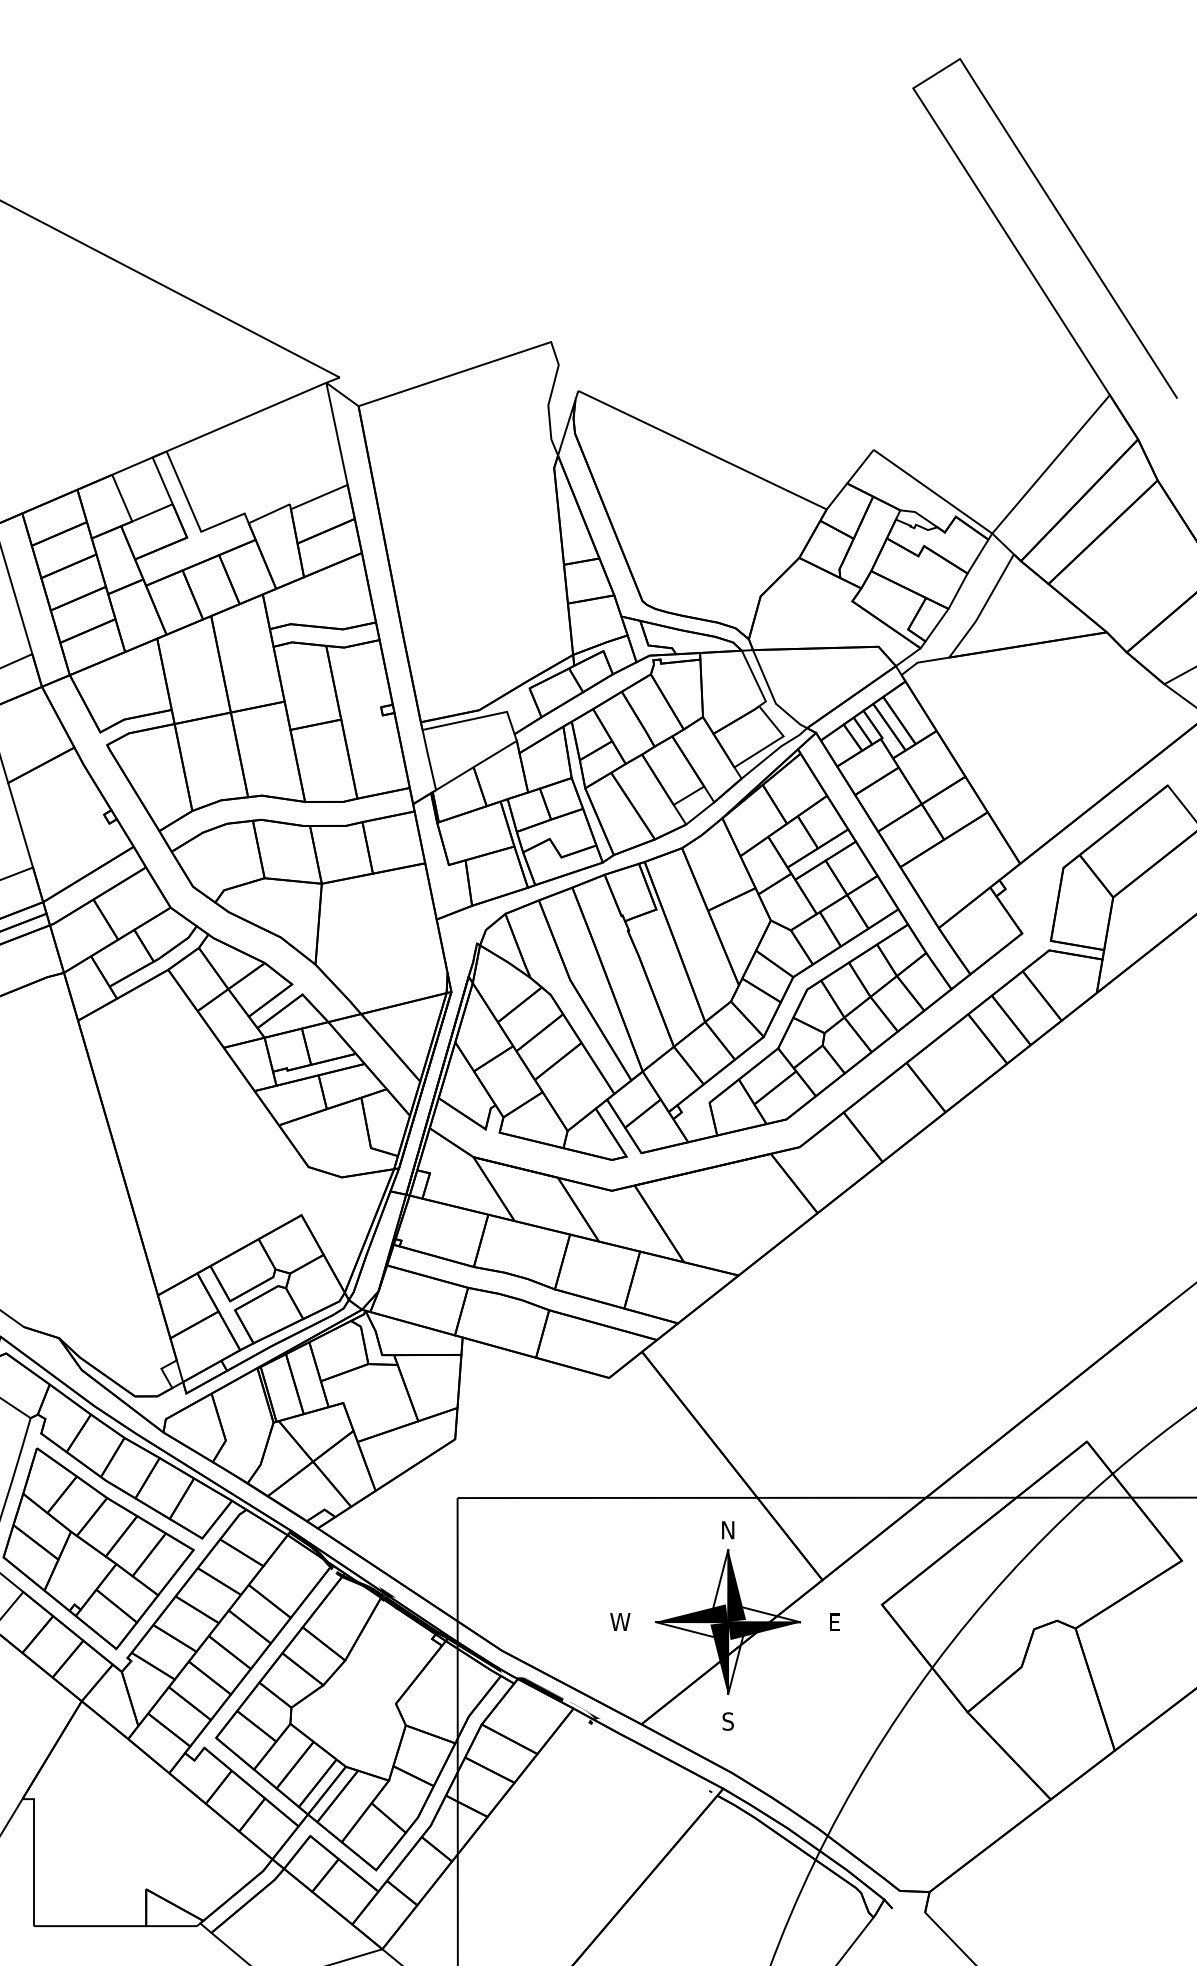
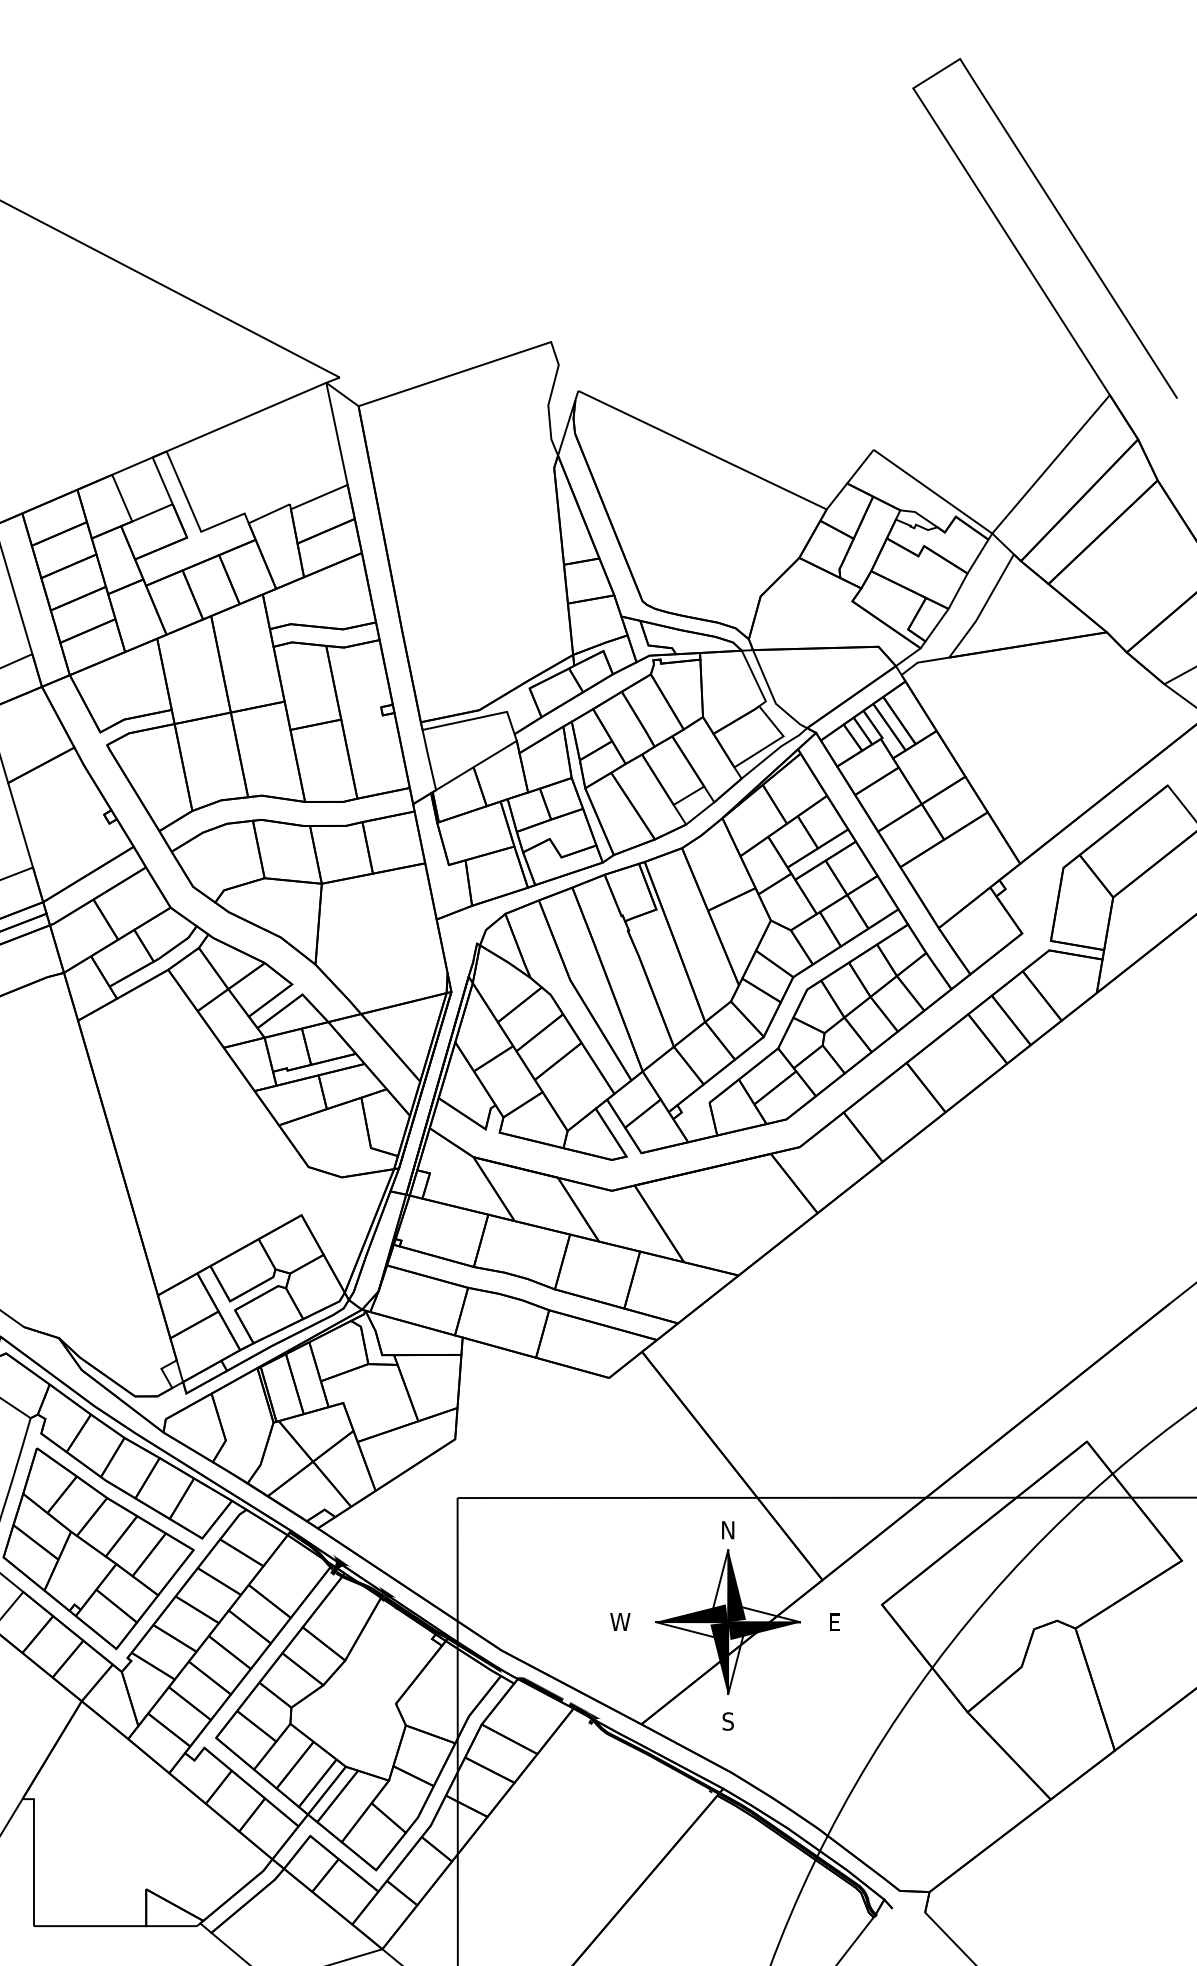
fill at (340, 1564): none -> present
fill at (722, 1809): none -> present
